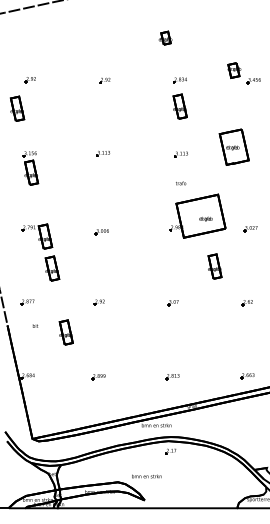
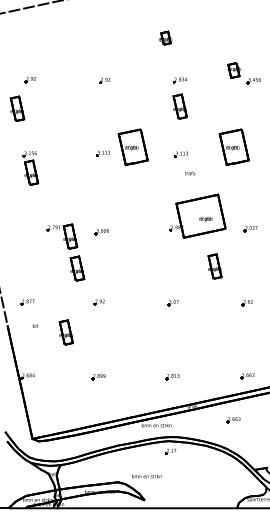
part at (132, 146): none -> present
text at (181, 183) position: (181, 183) -> (190, 173)
part at (40, 252) position: (40, 252) -> (65, 252)
part at (233, 420): none -> present
